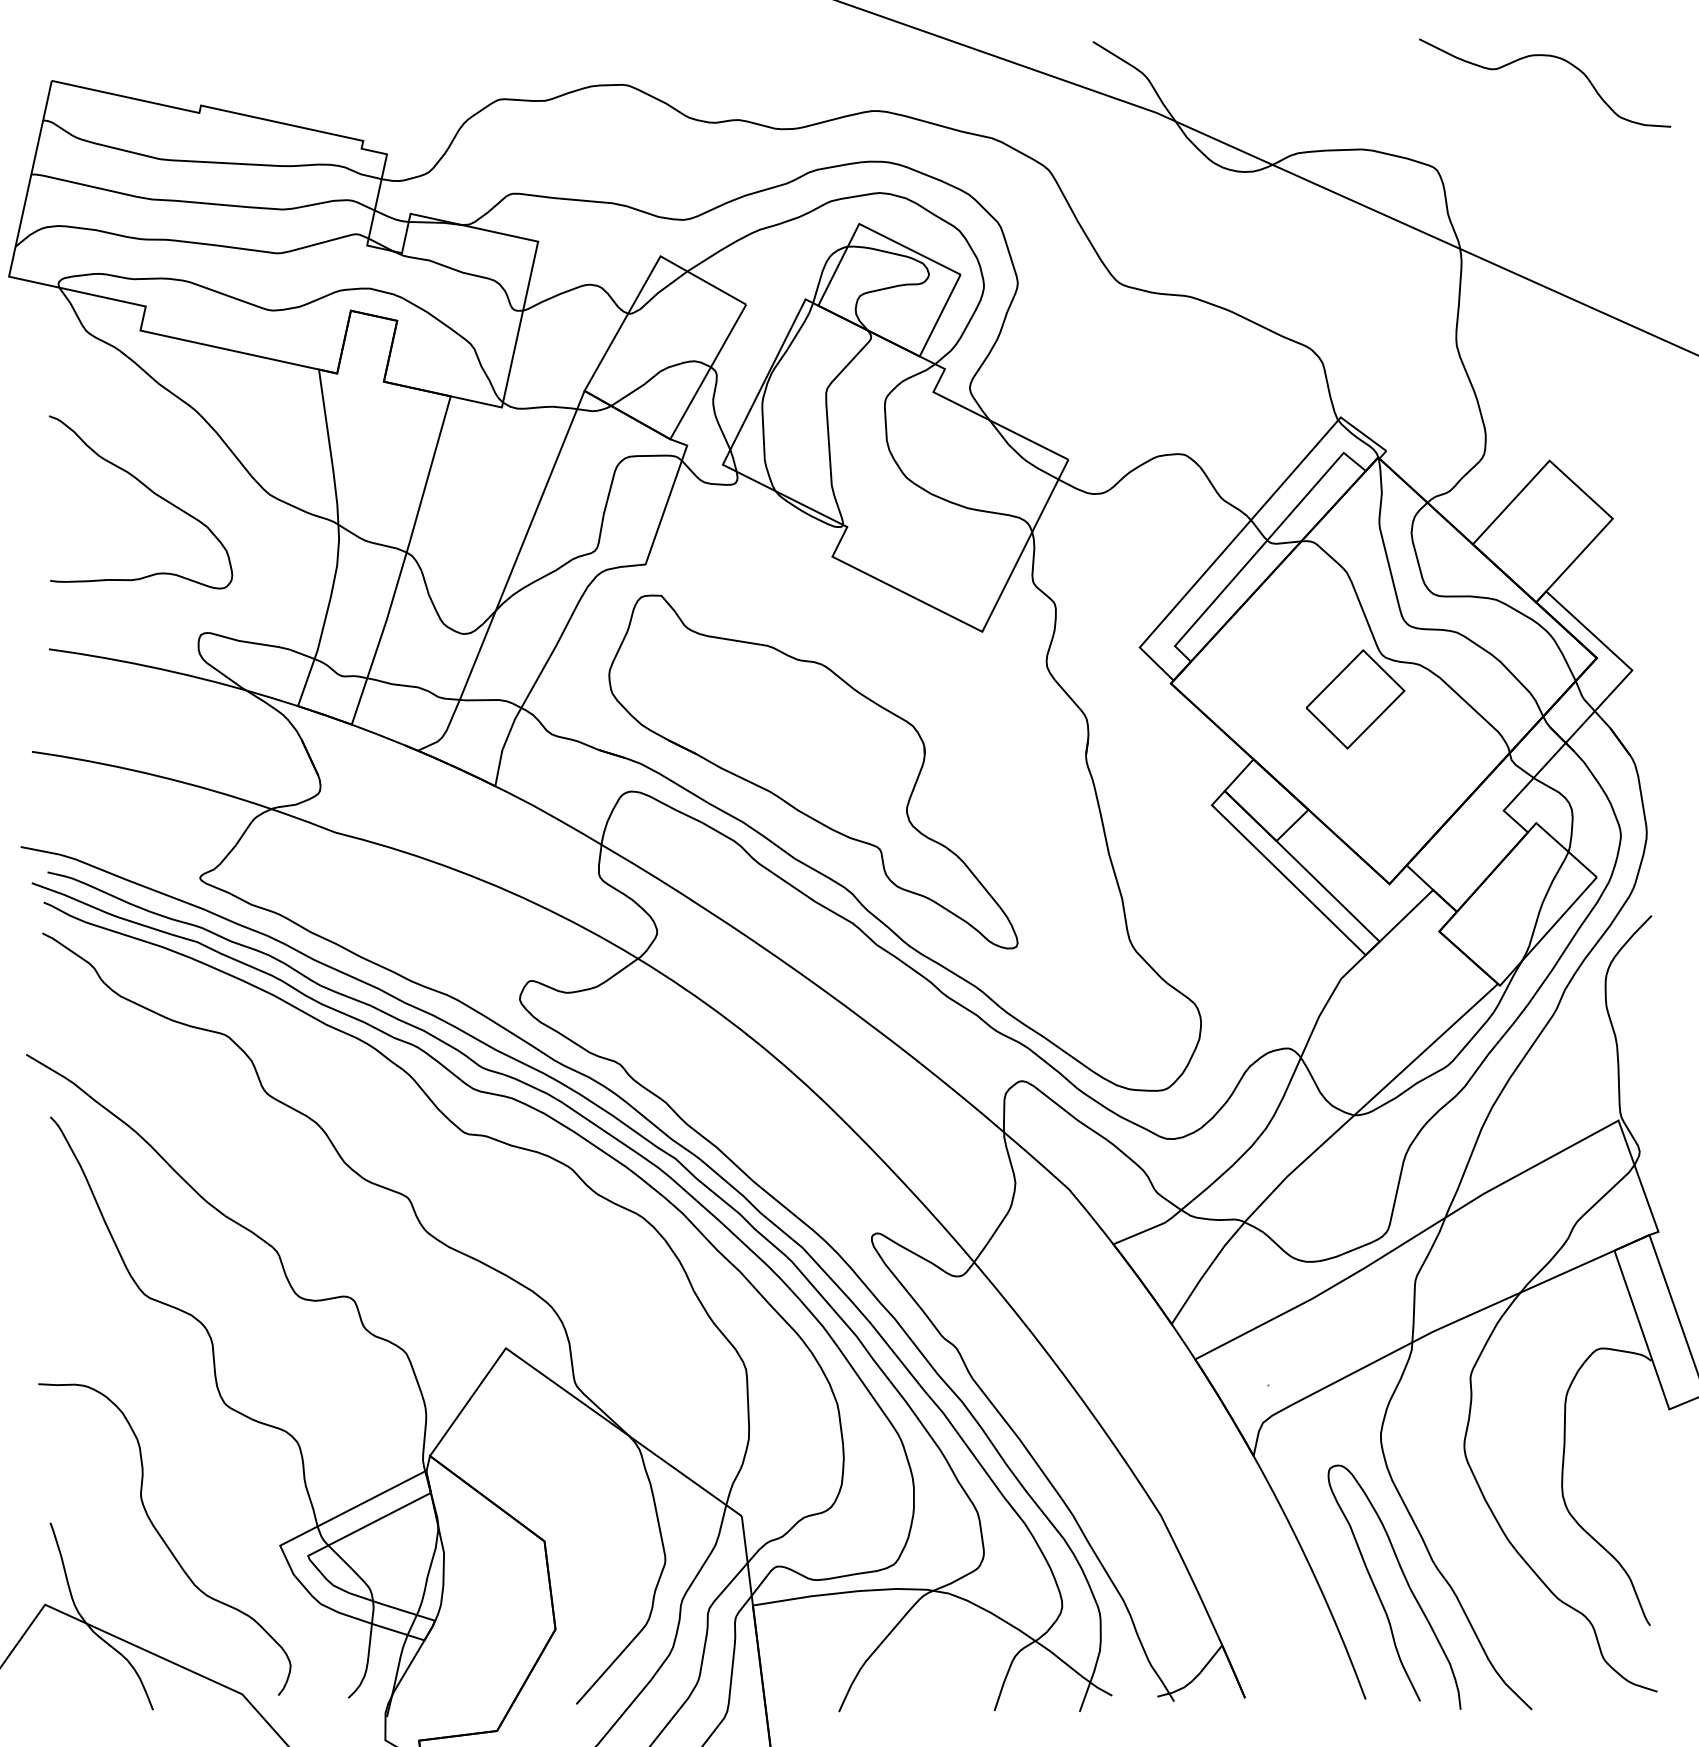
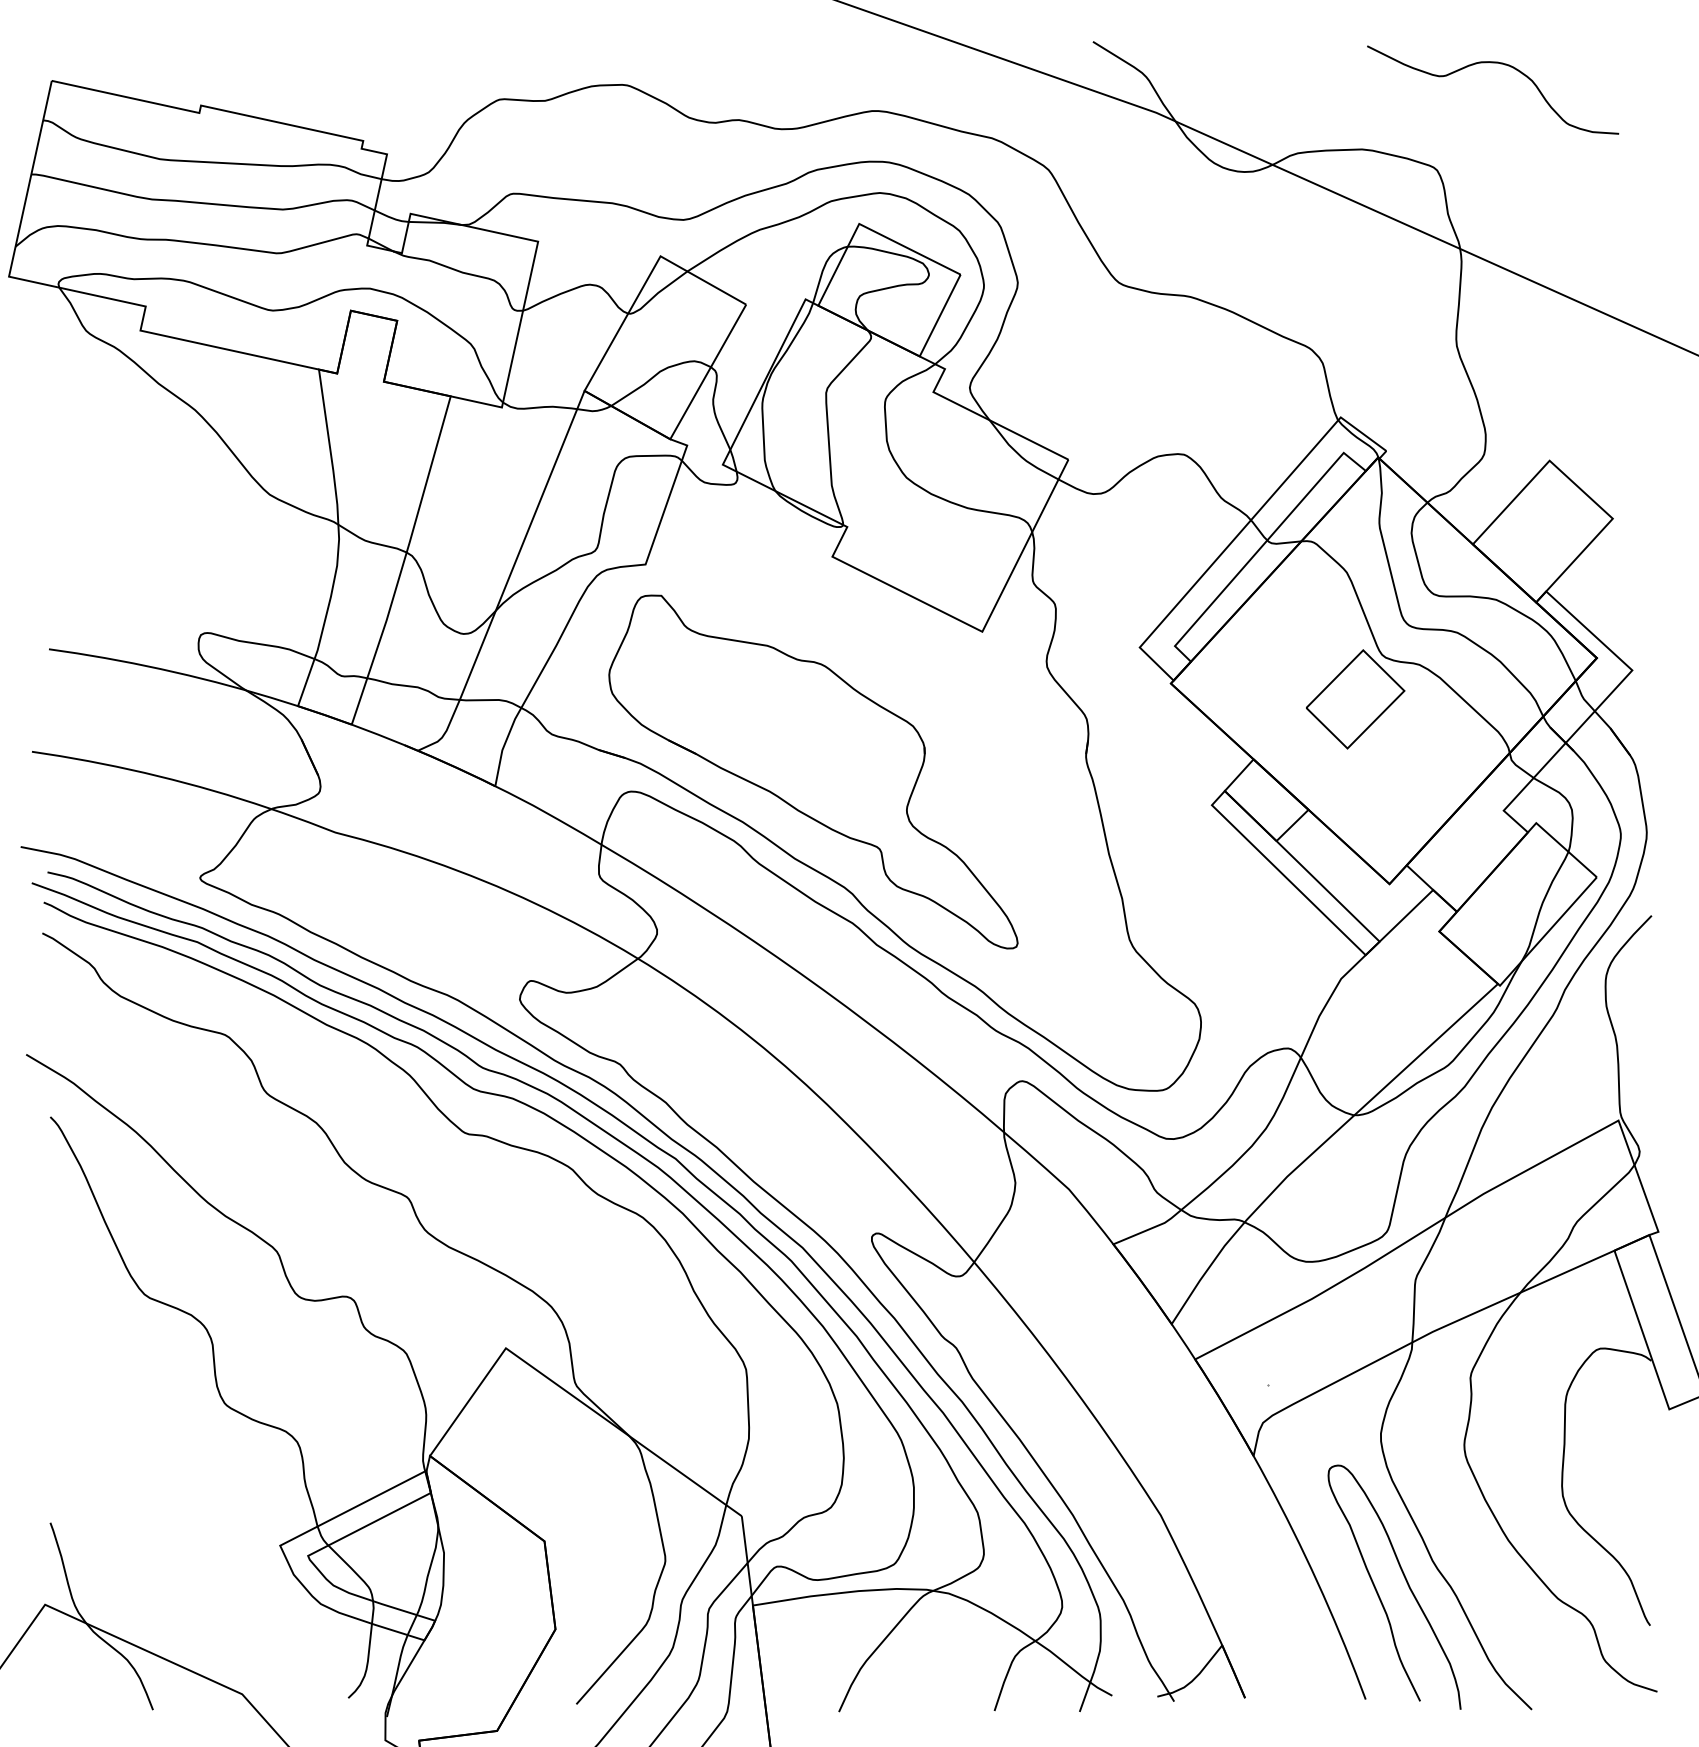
curve at (1552, 57) position: (1552, 57) -> (1500, 64)
curve at (150, 491): present -> none
curve at (163, 1539): present -> none
